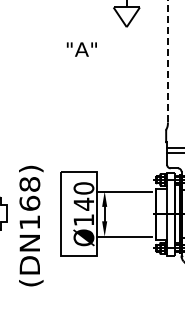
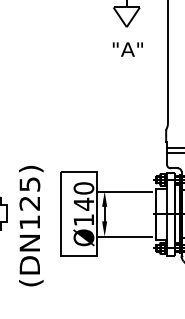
text at (81, 49) position: (81, 49) -> (127, 49)
line at (167, 61): dashed -> solid
text at (29, 193): (DN168) -> (DN125)
